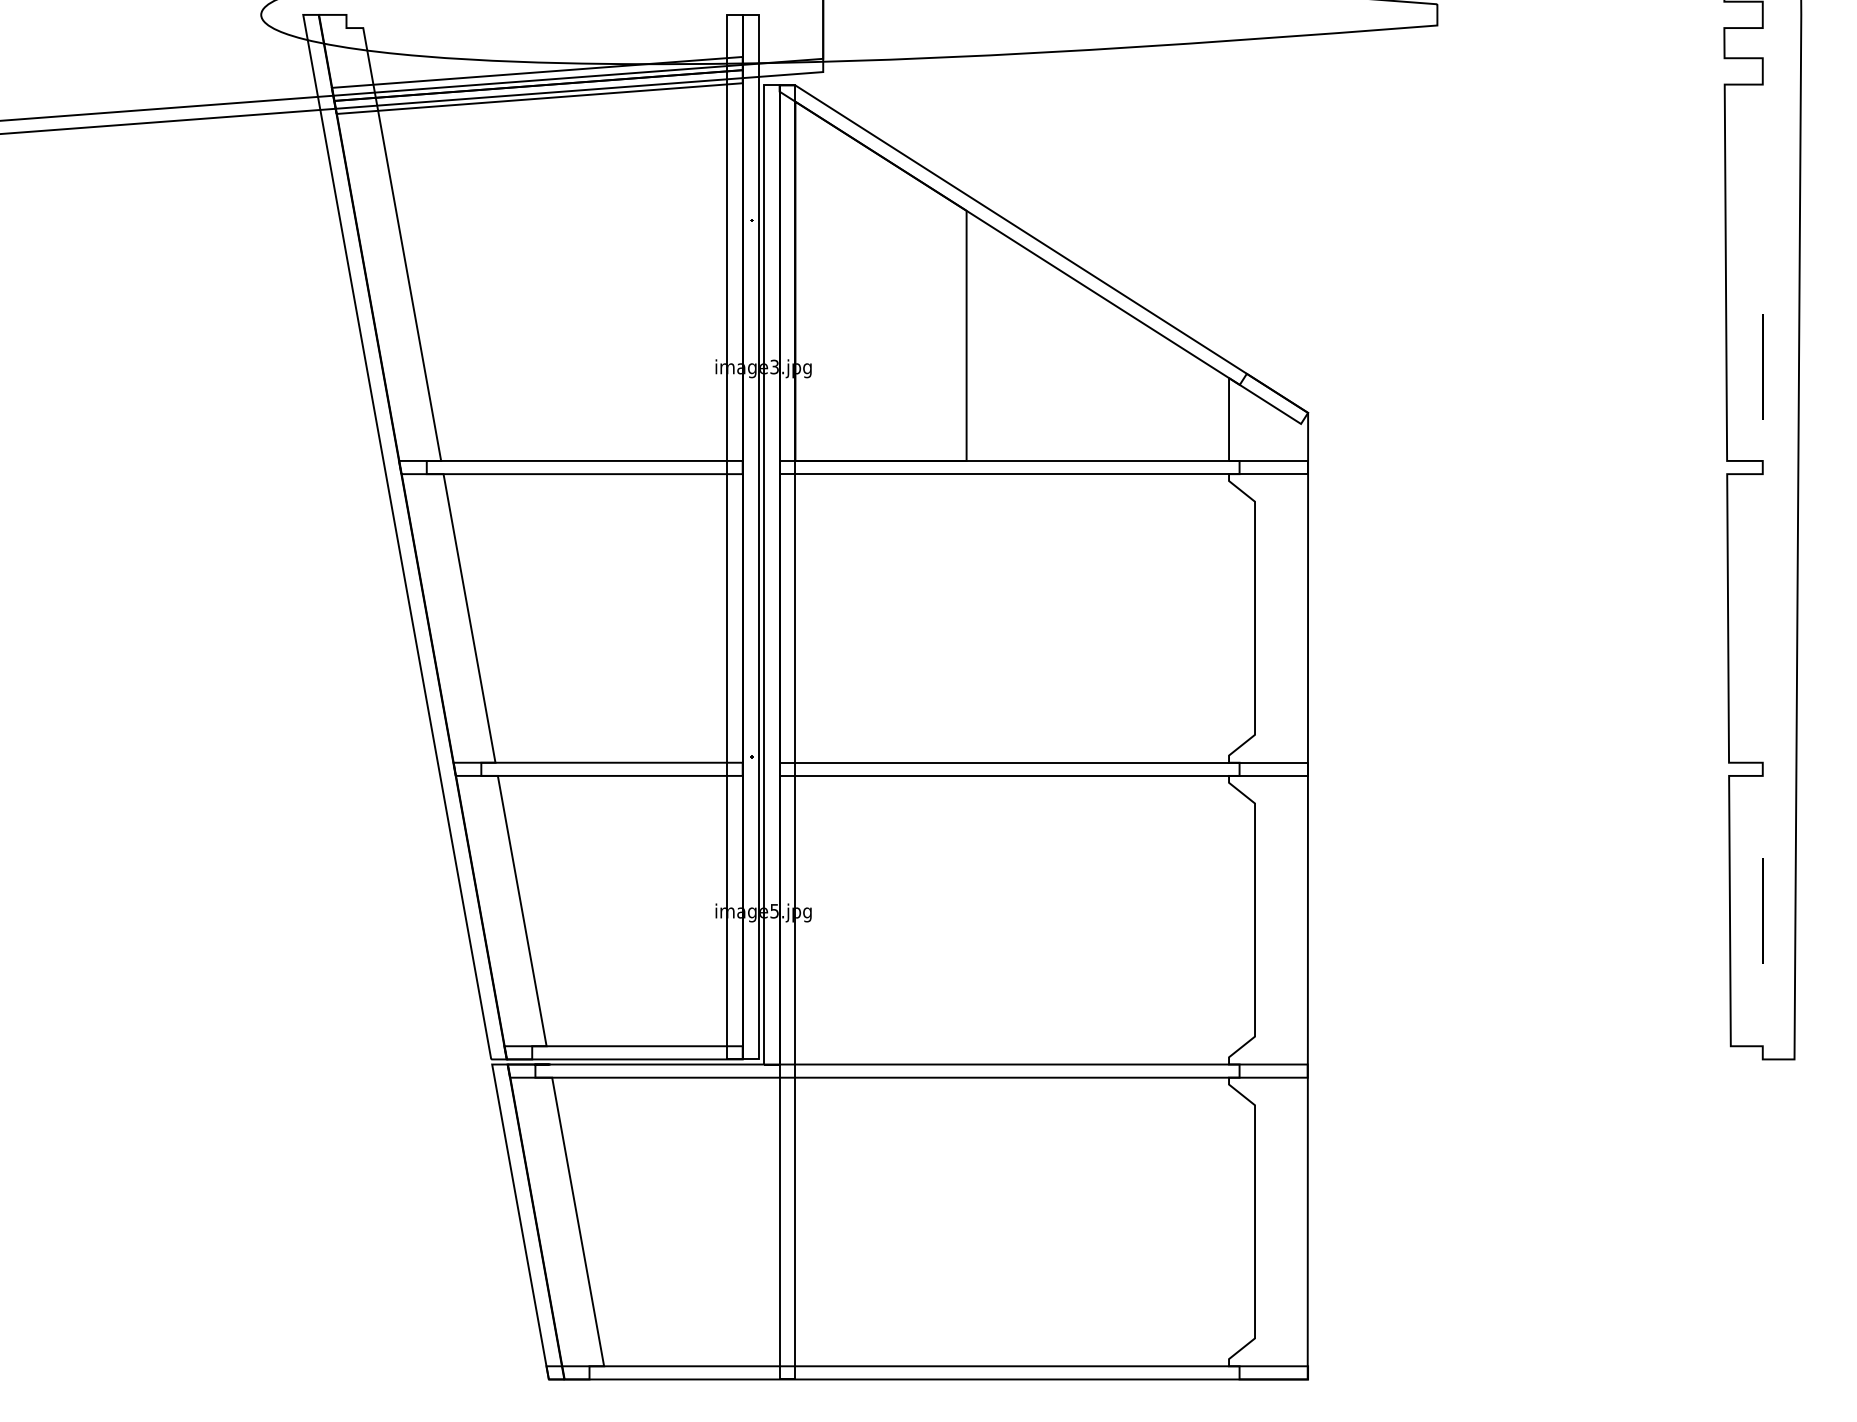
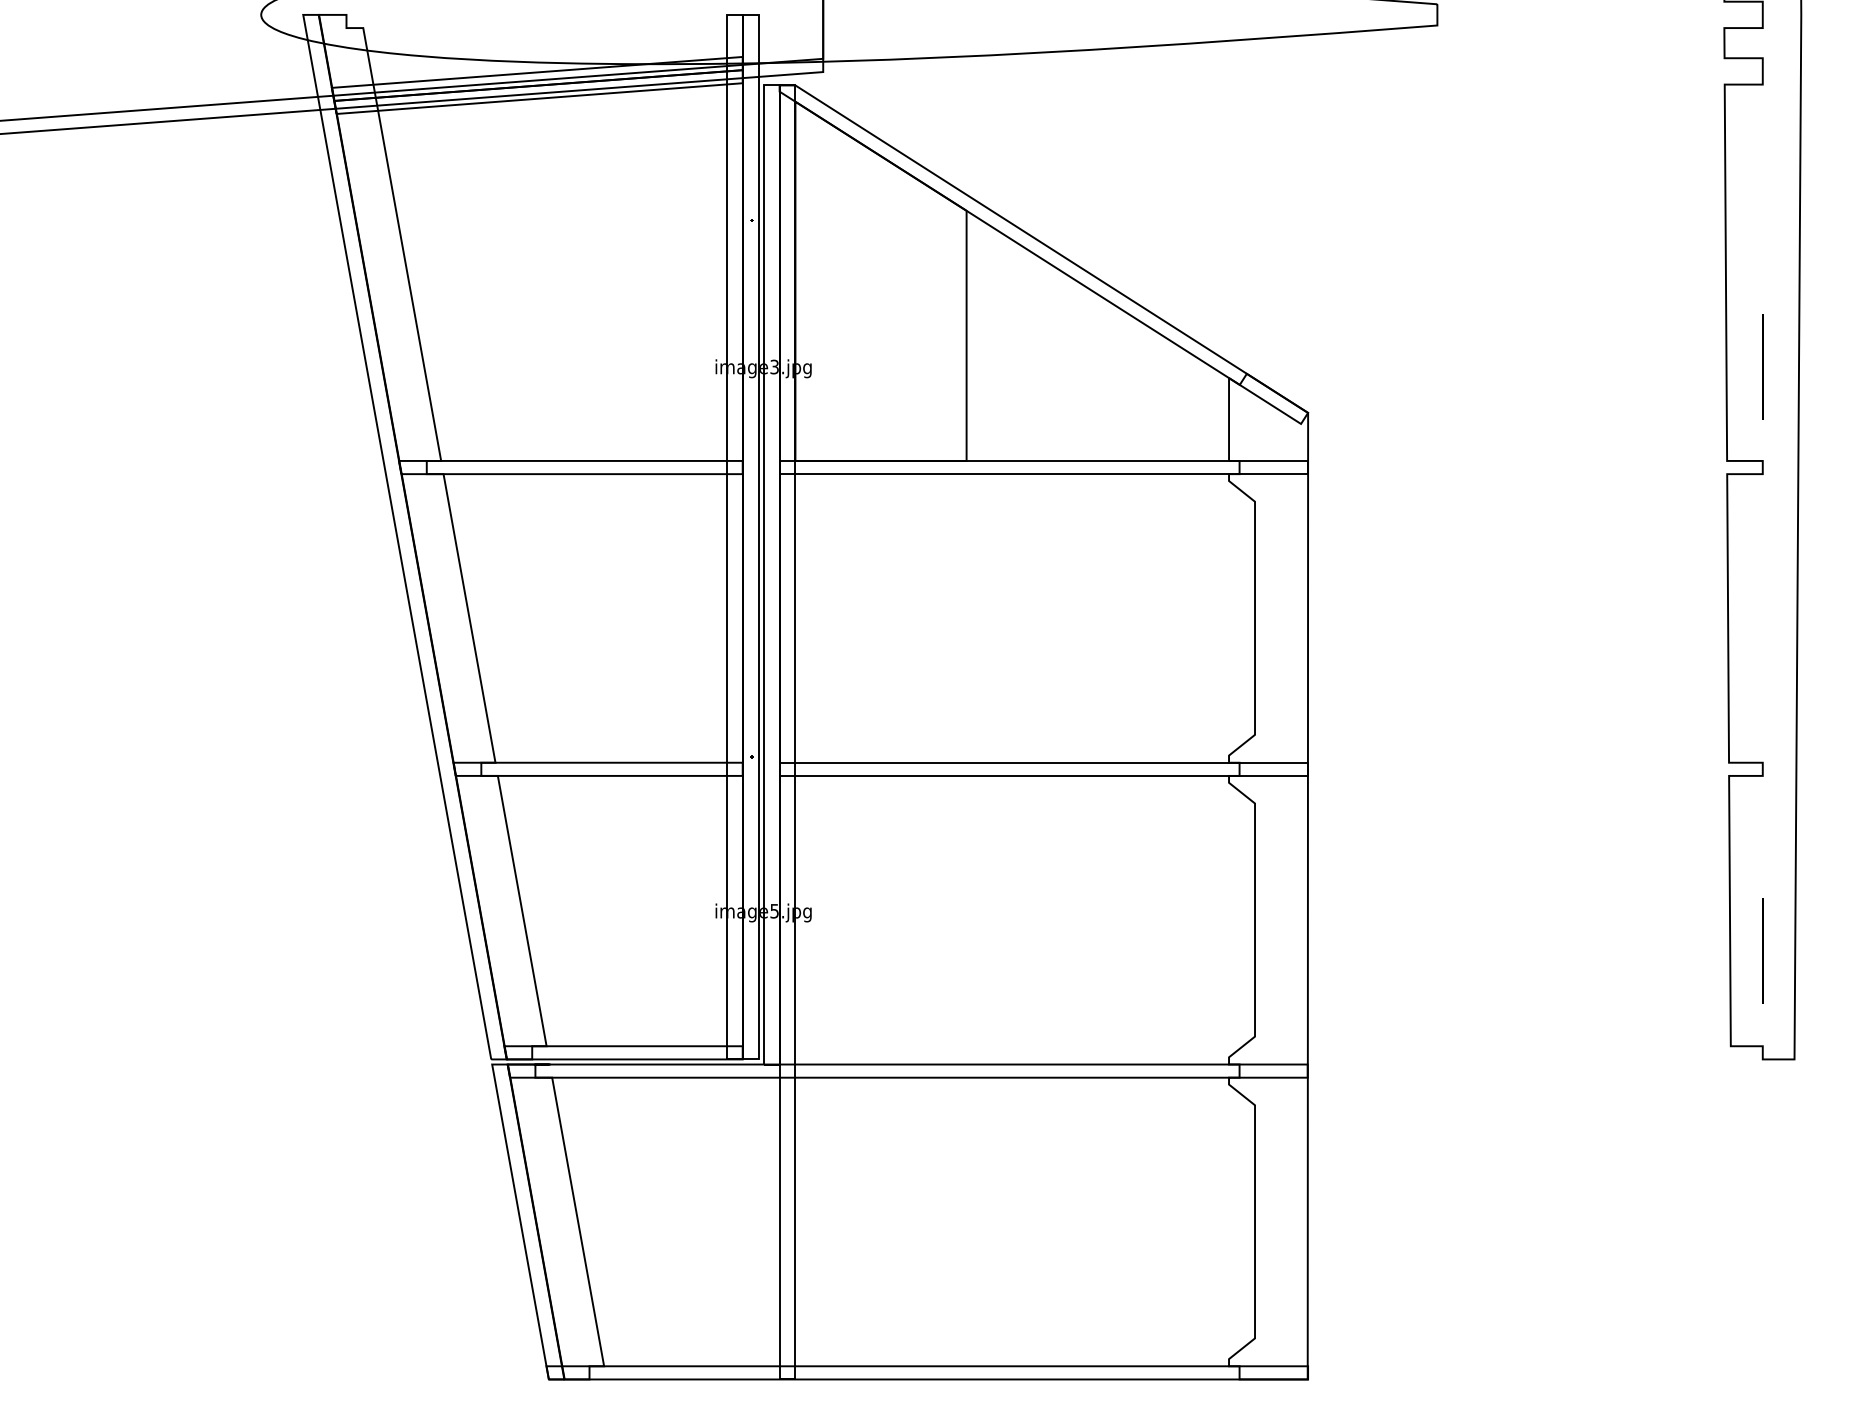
line at (1762, 910) position: (1762, 910) -> (1762, 950)
